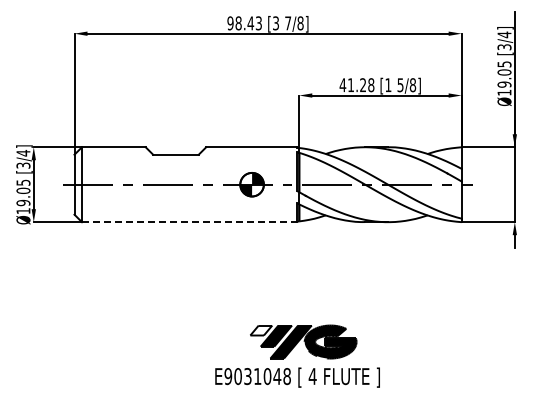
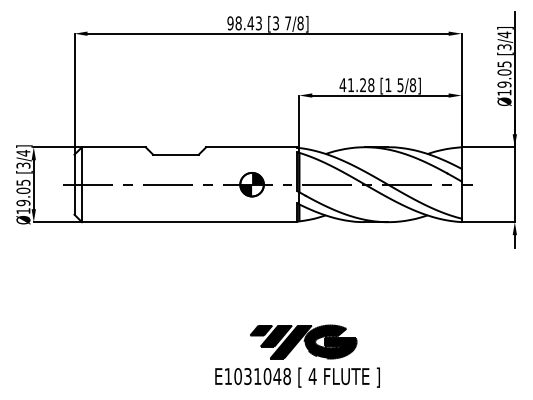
line at (189, 222): dashed -> solid
fill at (261, 330): none -> present
text at (228, 376): E9031048 -> E1031048
